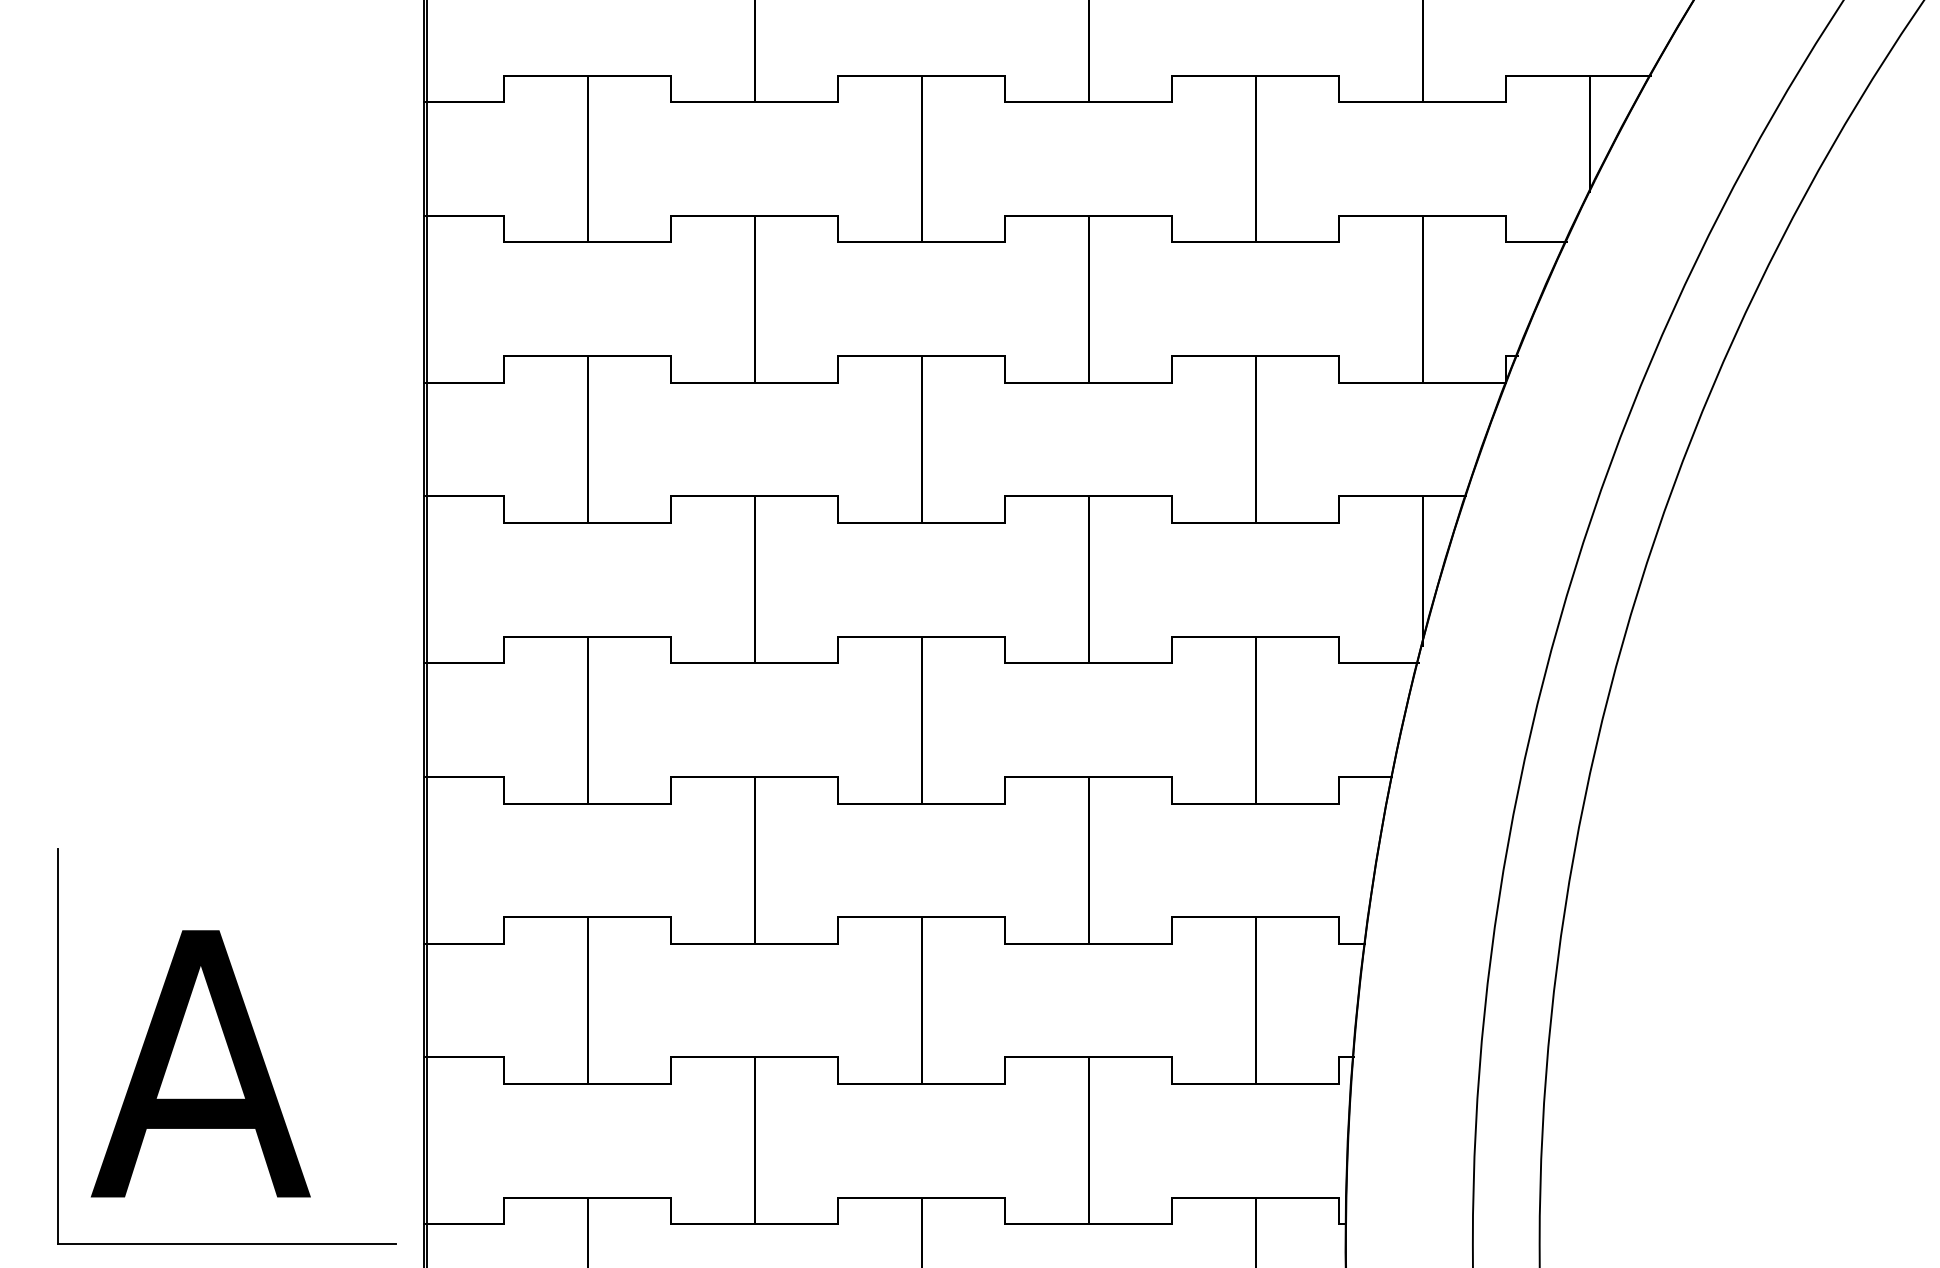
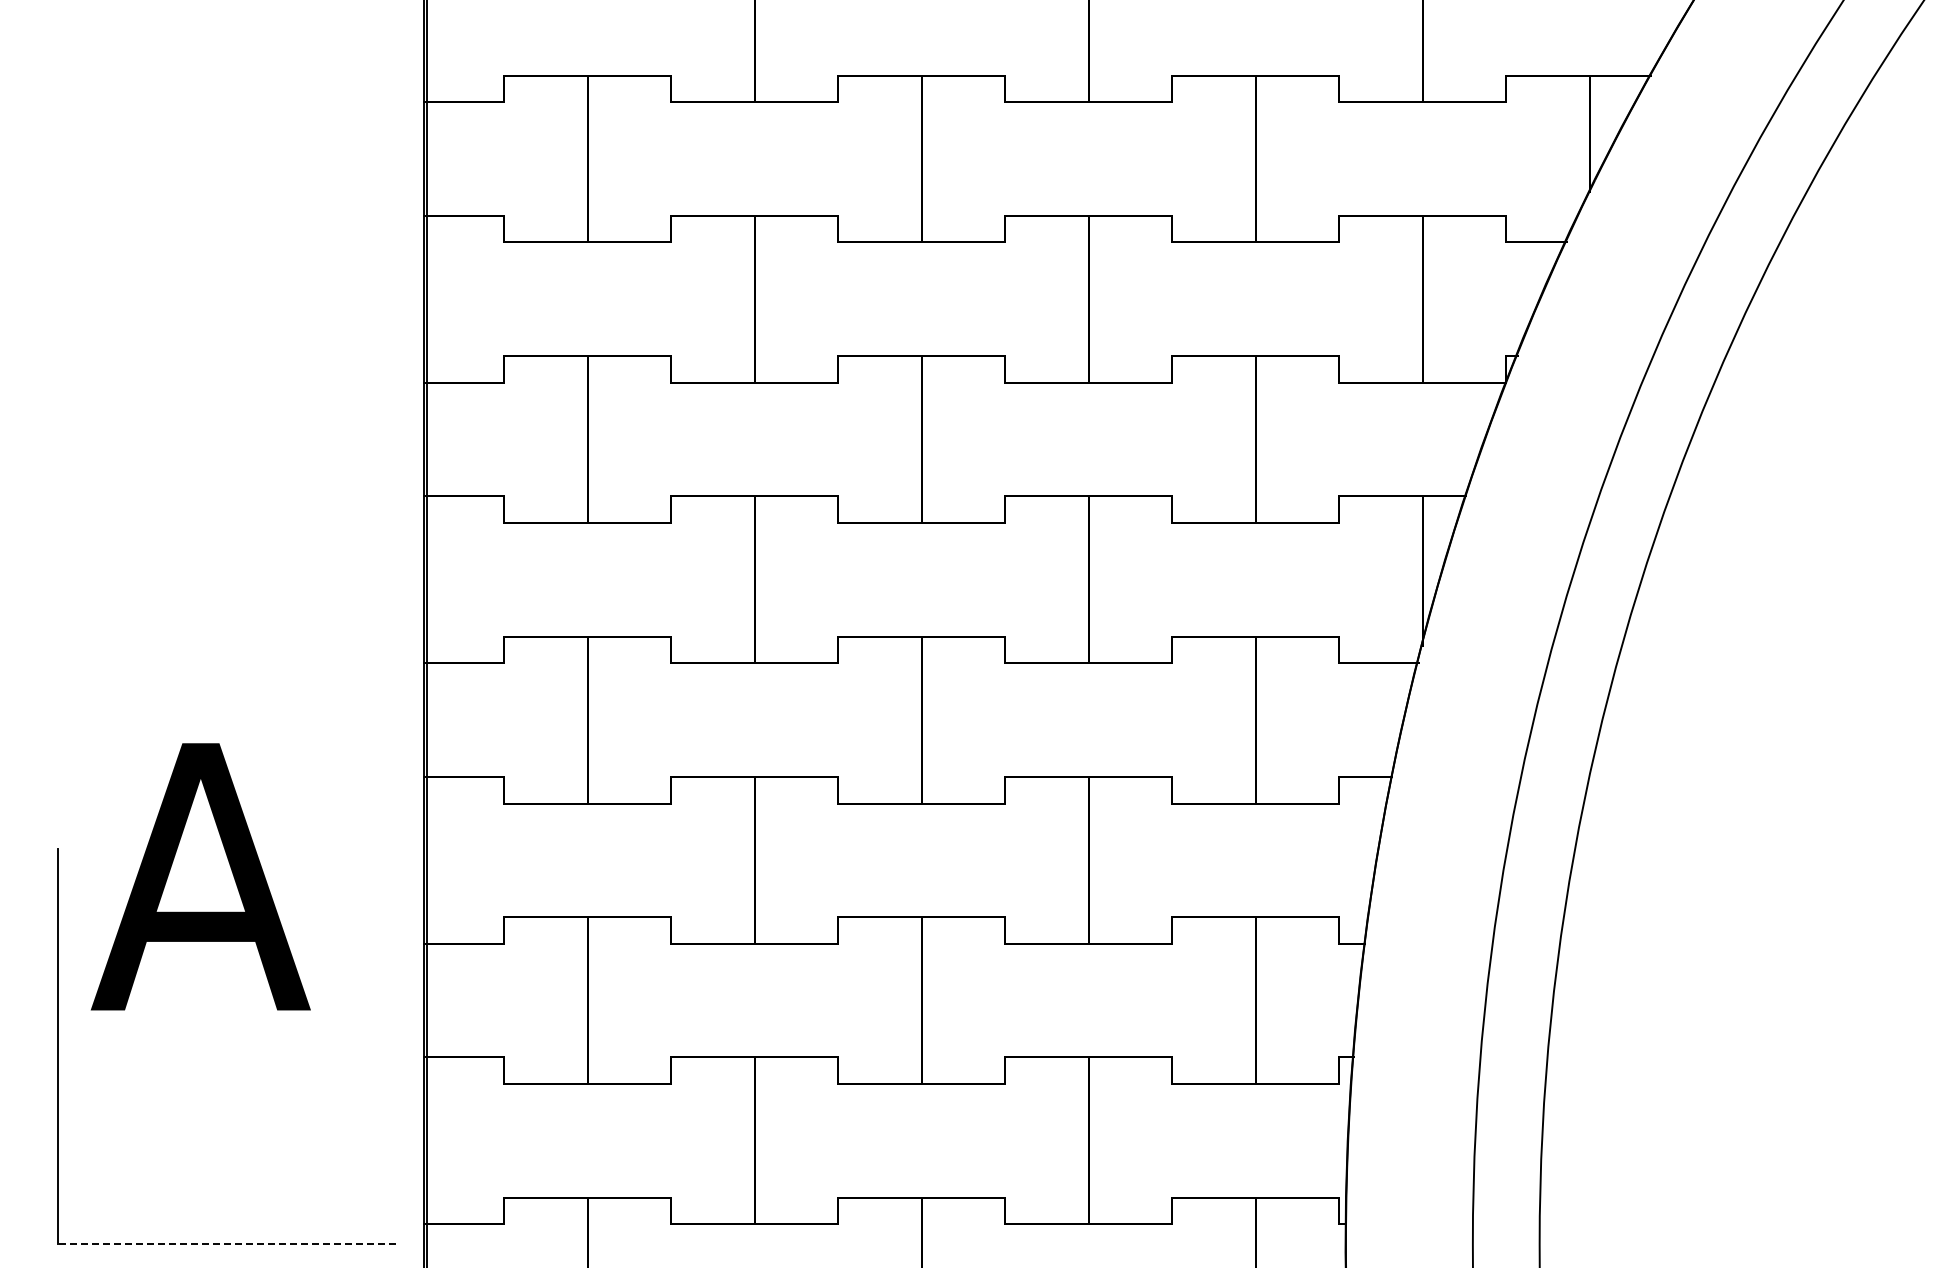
text at (200, 1063) position: (200, 1063) -> (200, 876)
line at (226, 1244): solid -> dashed
